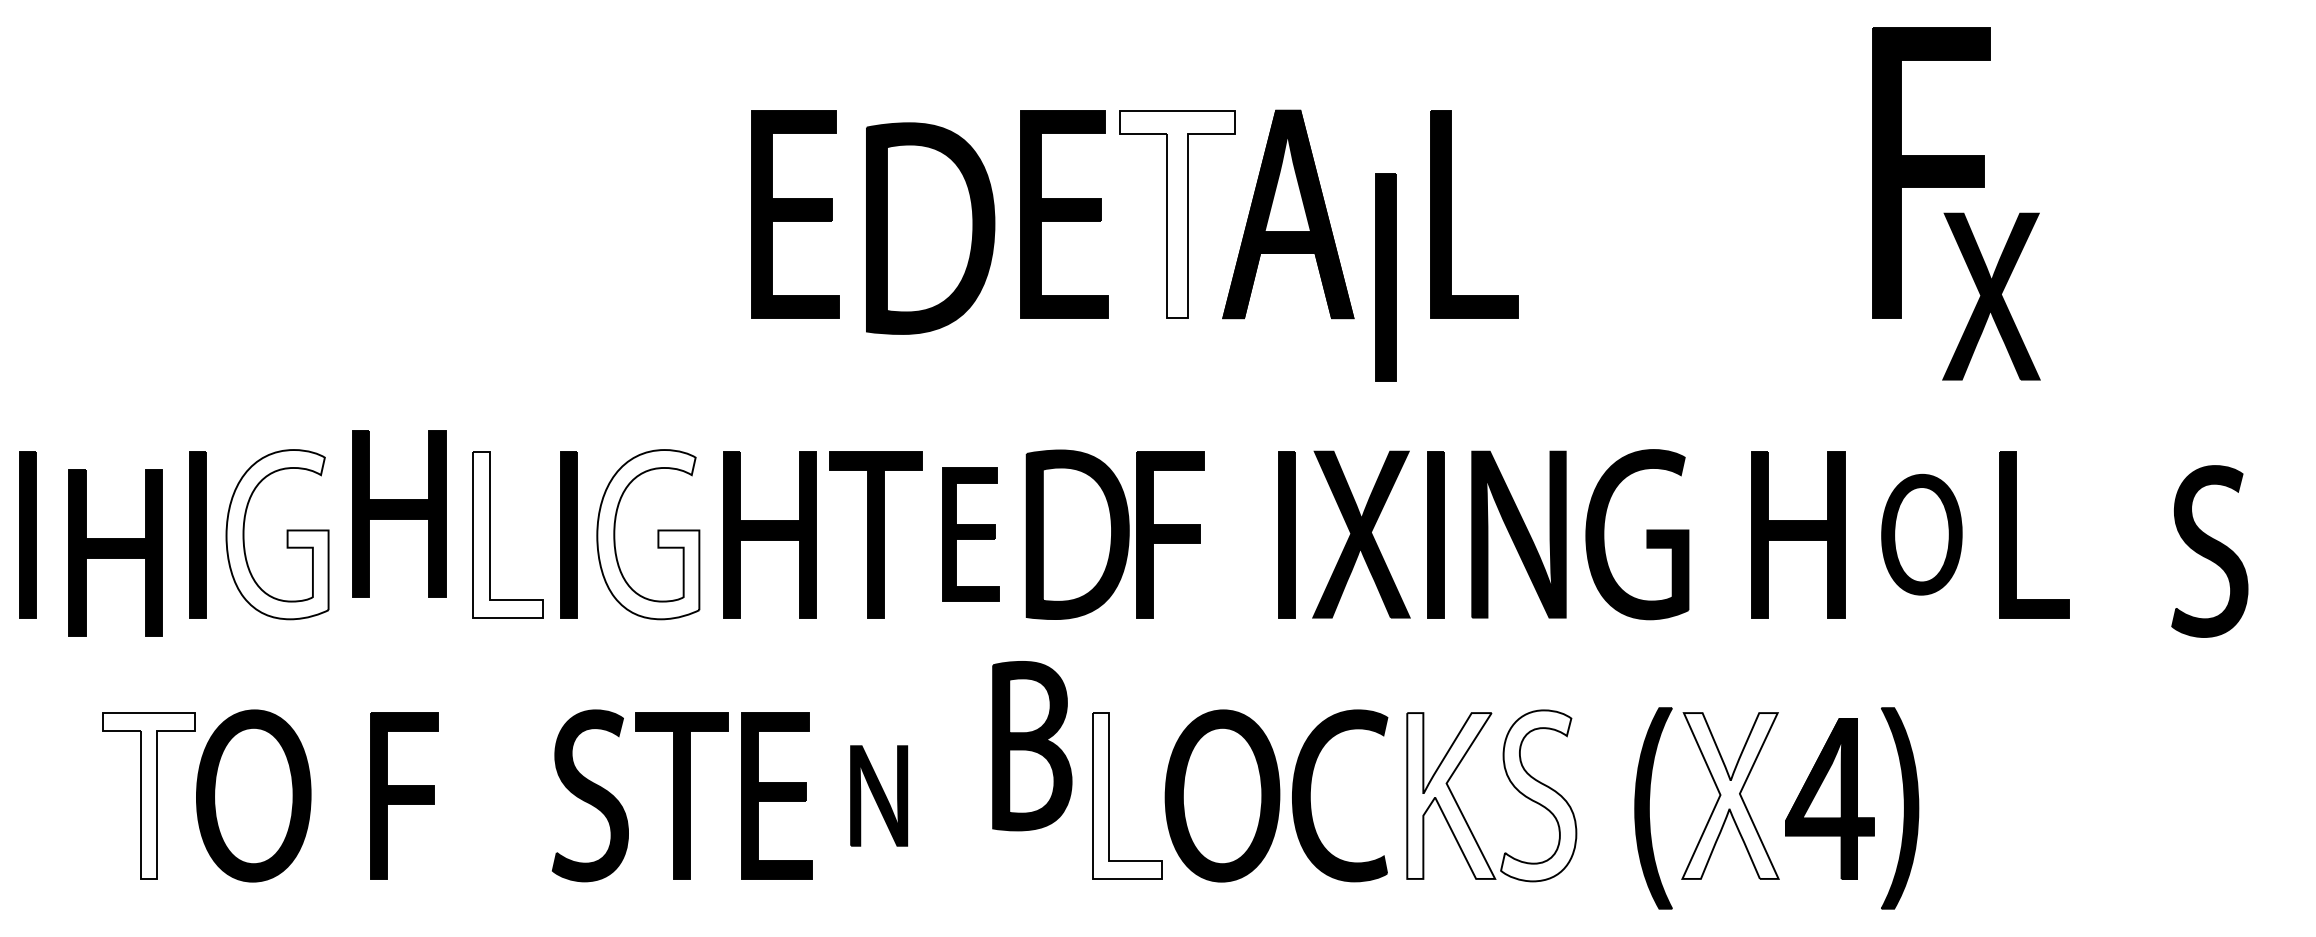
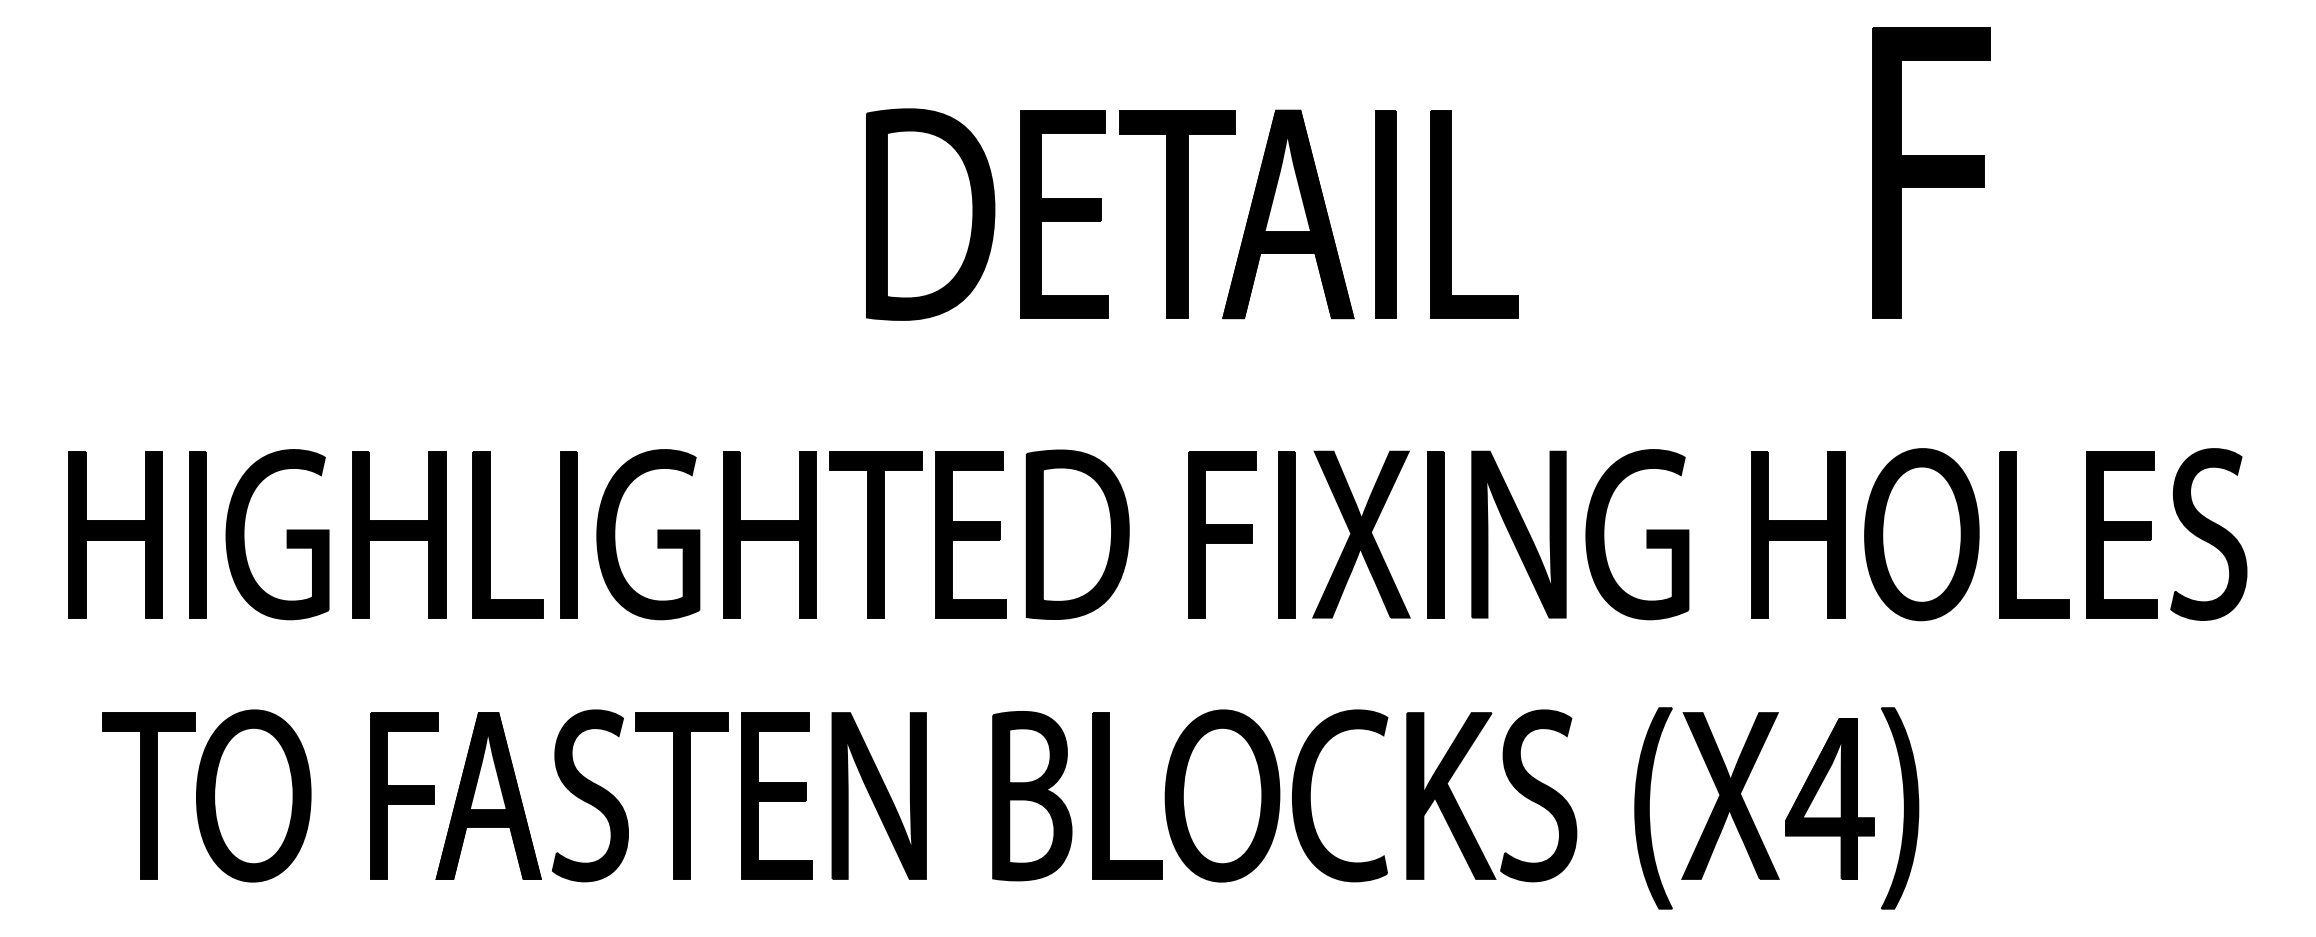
part at (795, 214): present -> none
fill at (1177, 214): none -> present
part at (930, 228) position: (930, 228) -> (930, 214)
part at (1385, 277) position: (1385, 277) -> (1385, 214)
part at (1991, 296): present -> none
part at (399, 513) position: (399, 513) -> (399, 534)
part at (27, 534): present -> none
fill at (277, 534): none -> present
fill at (507, 534): none -> present
fill at (648, 534): none -> present
part at (970, 534) size: 58x135 px -> 72x168 px
part at (1170, 534) position: (1170, 534) -> (1222, 534)
part at (1921, 534) size: 82x122 px -> 116x174 px
part at (2121, 534): none -> present
part at (2209, 551) position: (2209, 551) -> (2208, 534)
part at (115, 552) position: (115, 552) -> (115, 534)
part at (1032, 746) position: (1032, 746) -> (1032, 796)
fill at (149, 795): none -> present
part at (488, 795): none -> present
part at (879, 795) size: 59x102 px -> 96x168 px
fill at (1127, 795): none -> present
fill at (1451, 795): none -> present
fill at (1538, 795): none -> present
fill at (1730, 795): none -> present
